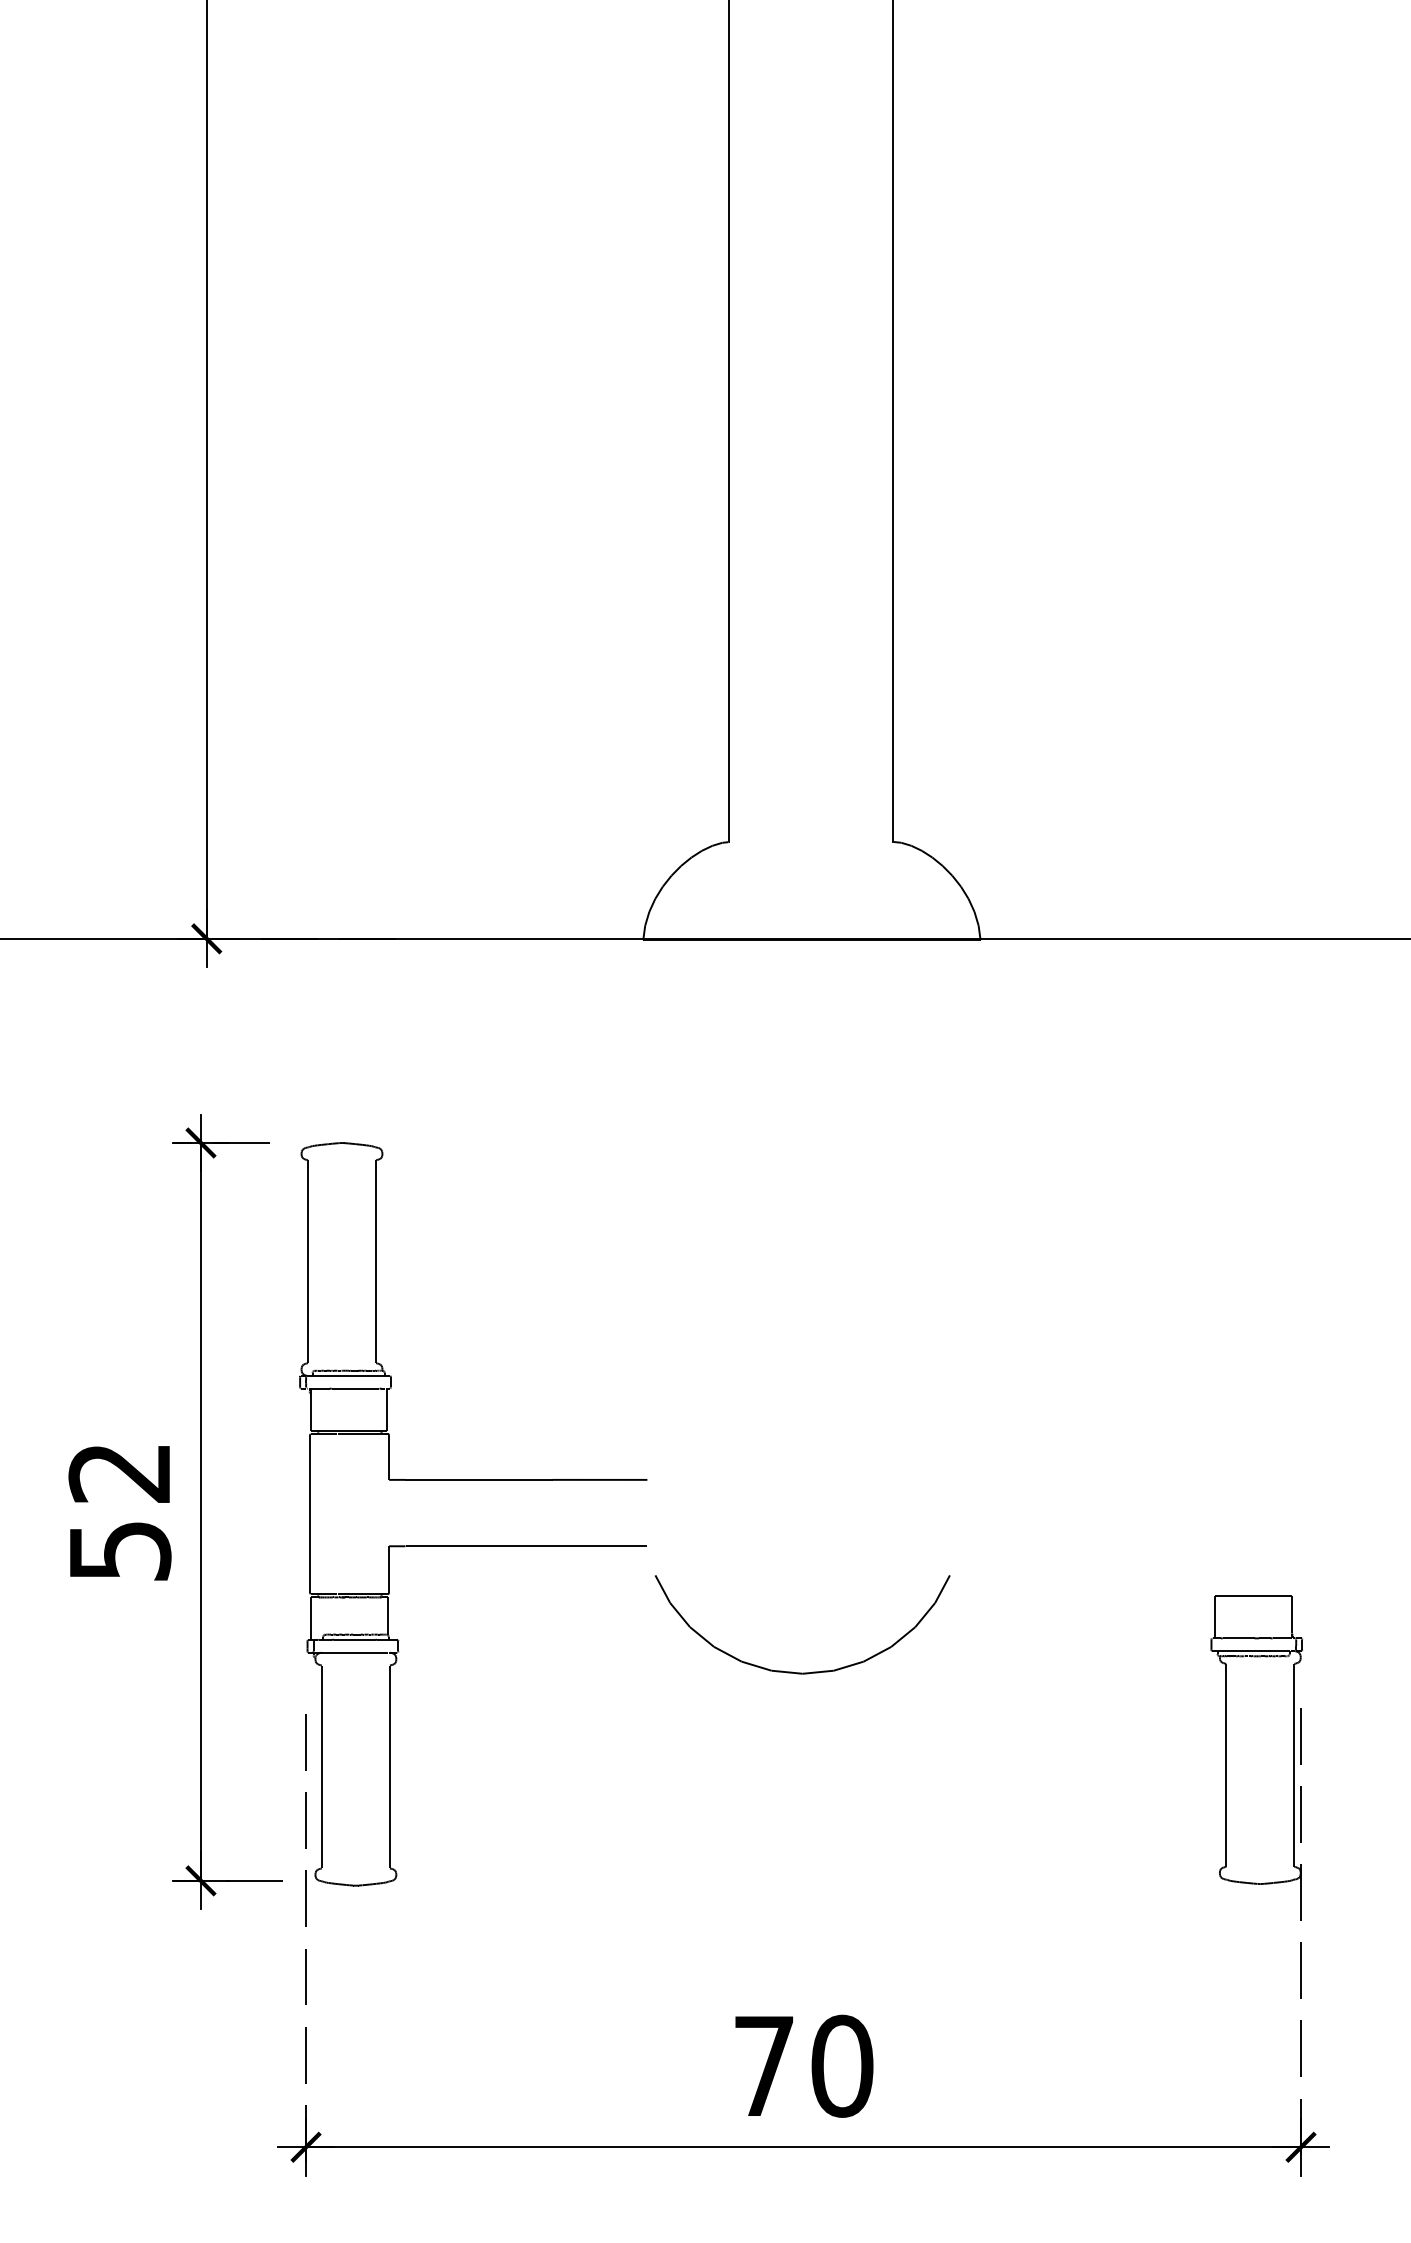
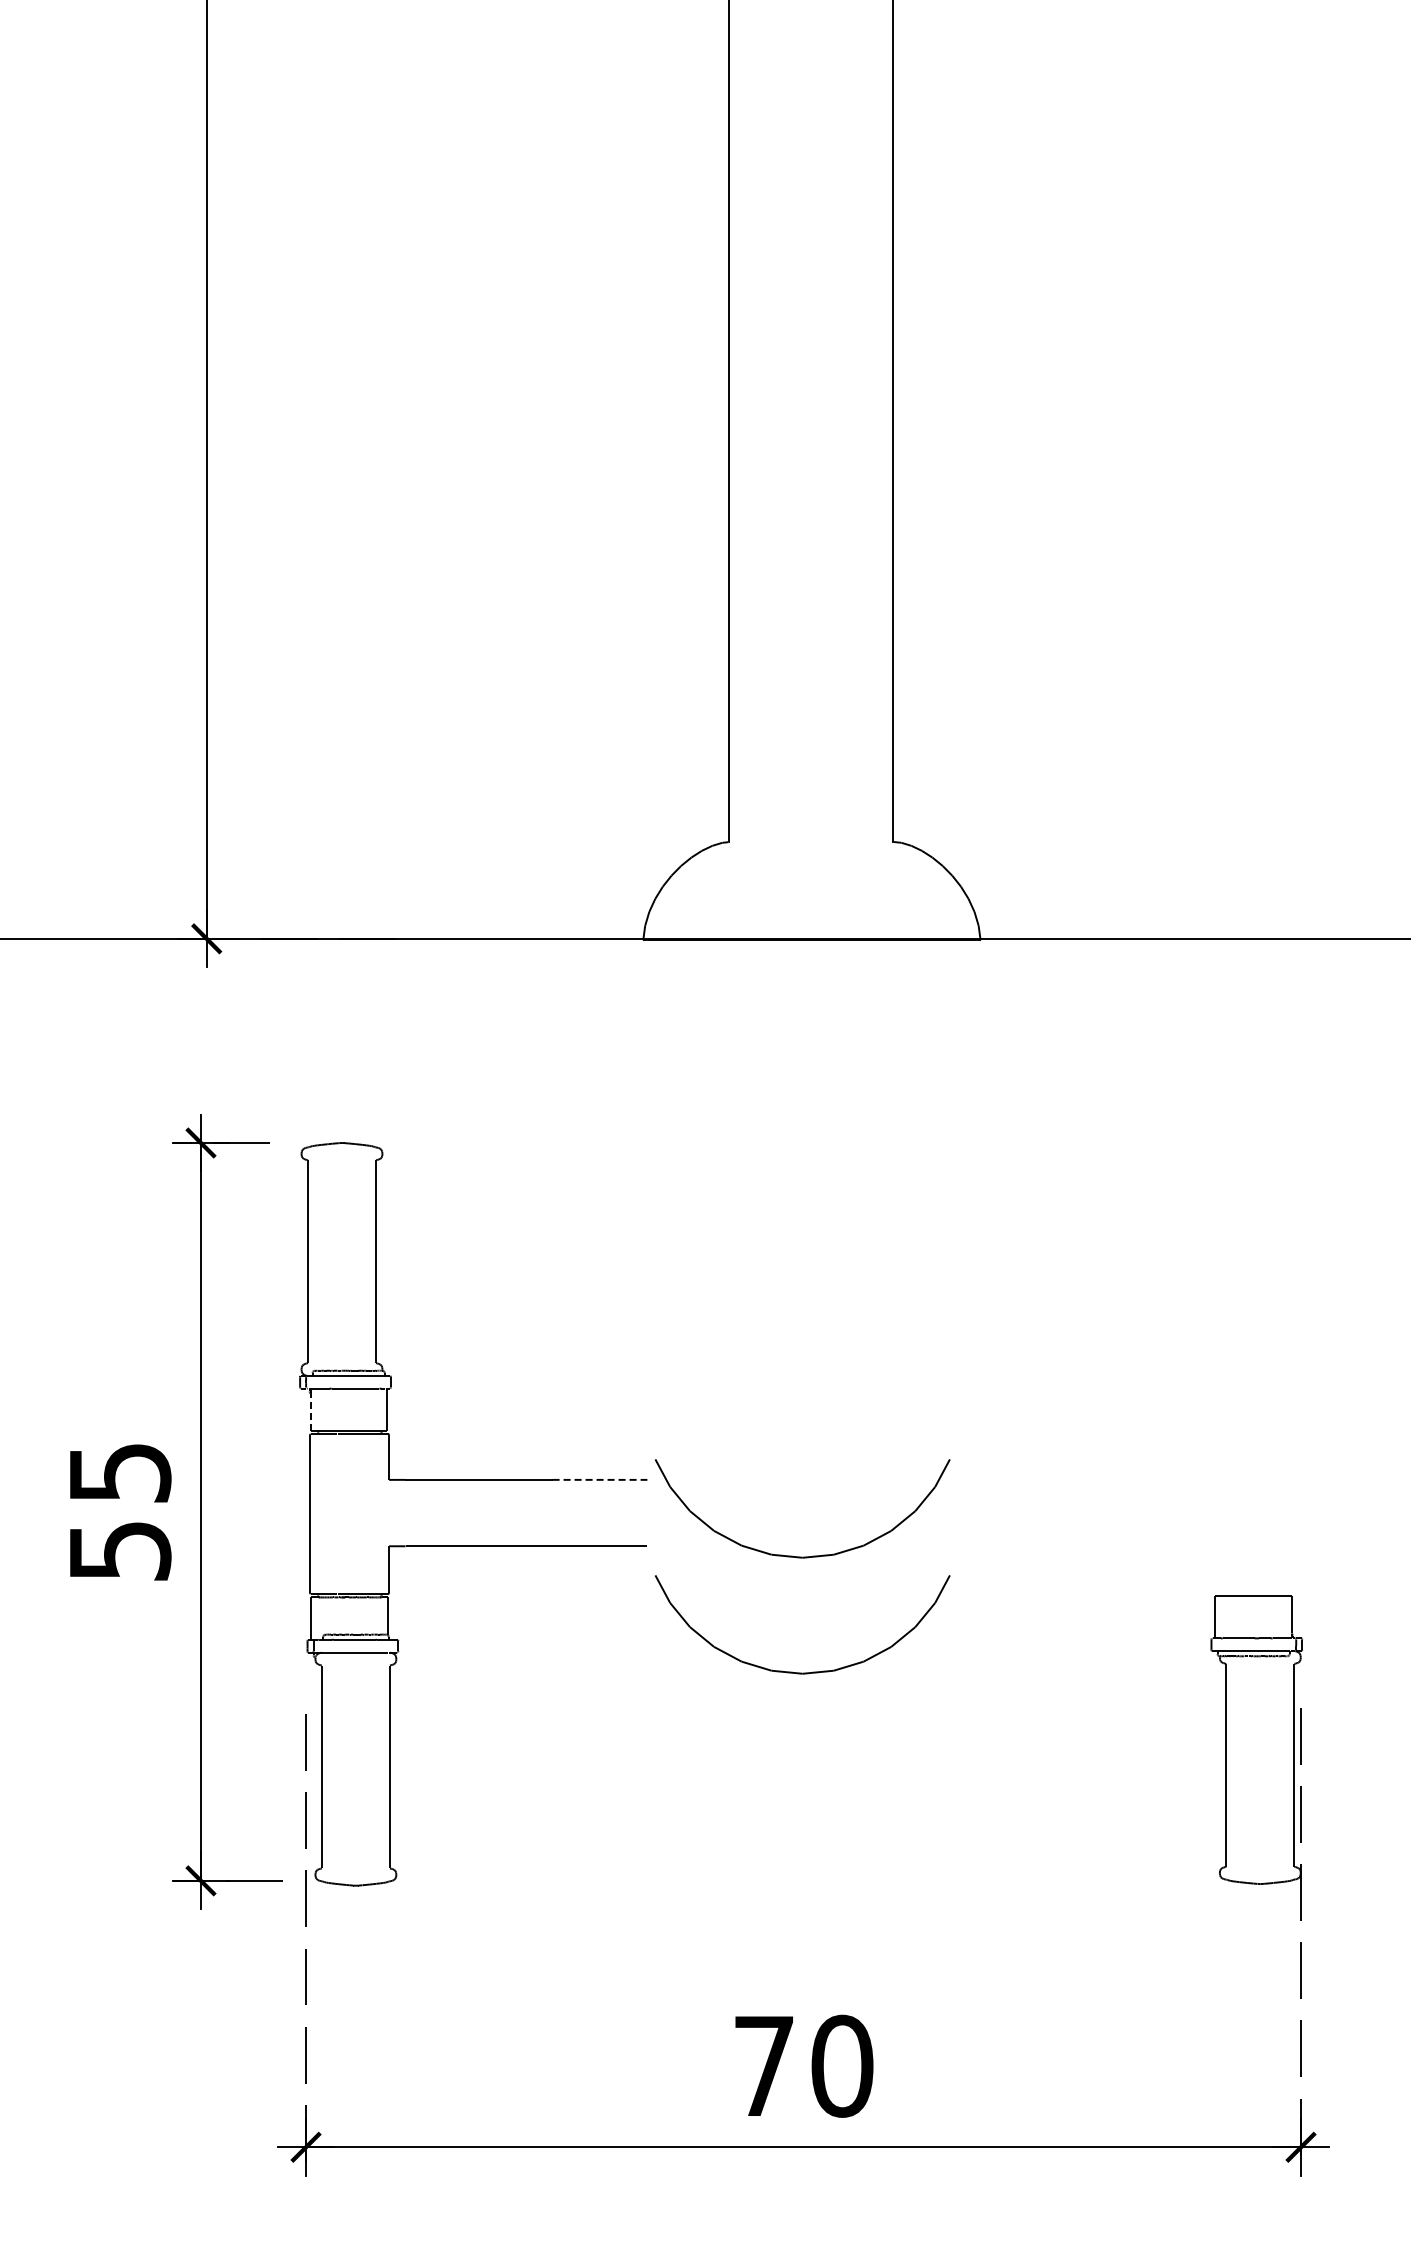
line at (310, 1412): solid -> dashed
text at (119, 1473): 52 -> 55
line at (600, 1479): solid -> dashed
part at (802, 1556): none -> present
